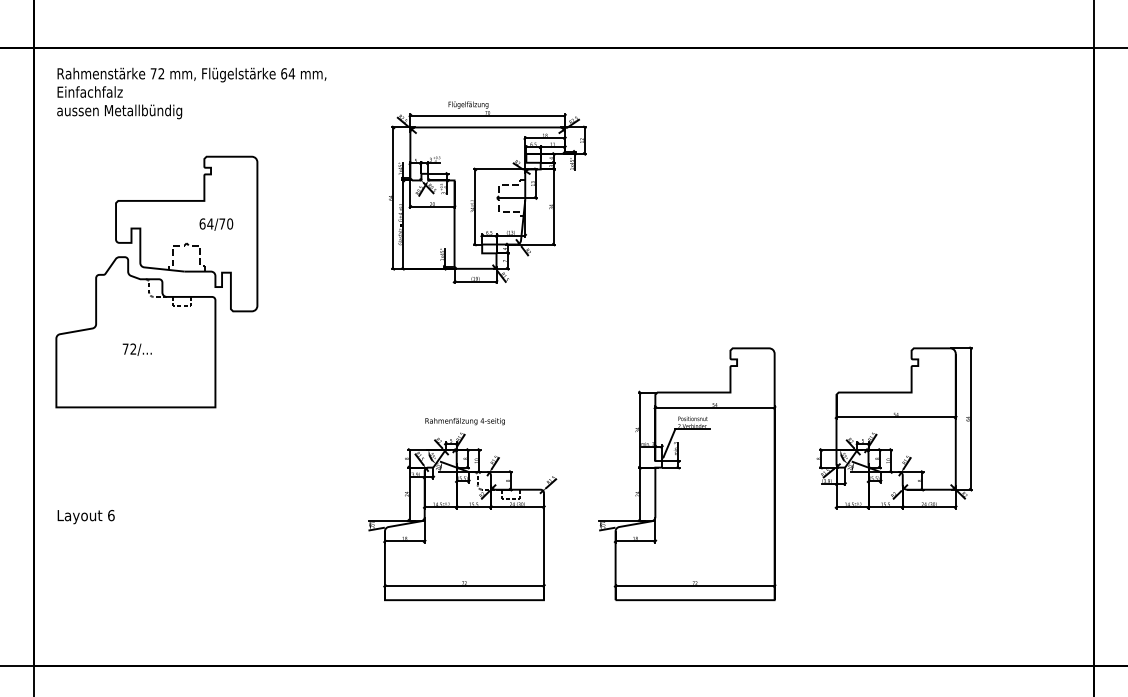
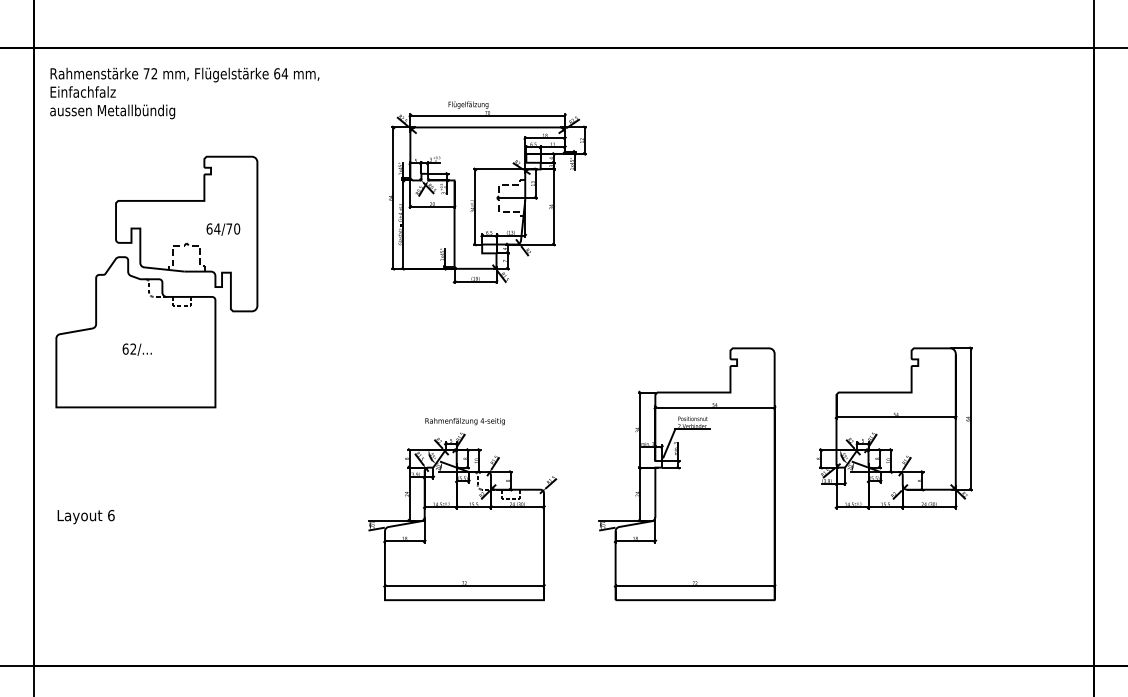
text at (191, 93) position: (191, 93) -> (184, 93)
text at (216, 224) position: (216, 224) -> (223, 229)
text at (125, 348): 72/... -> 62/...
